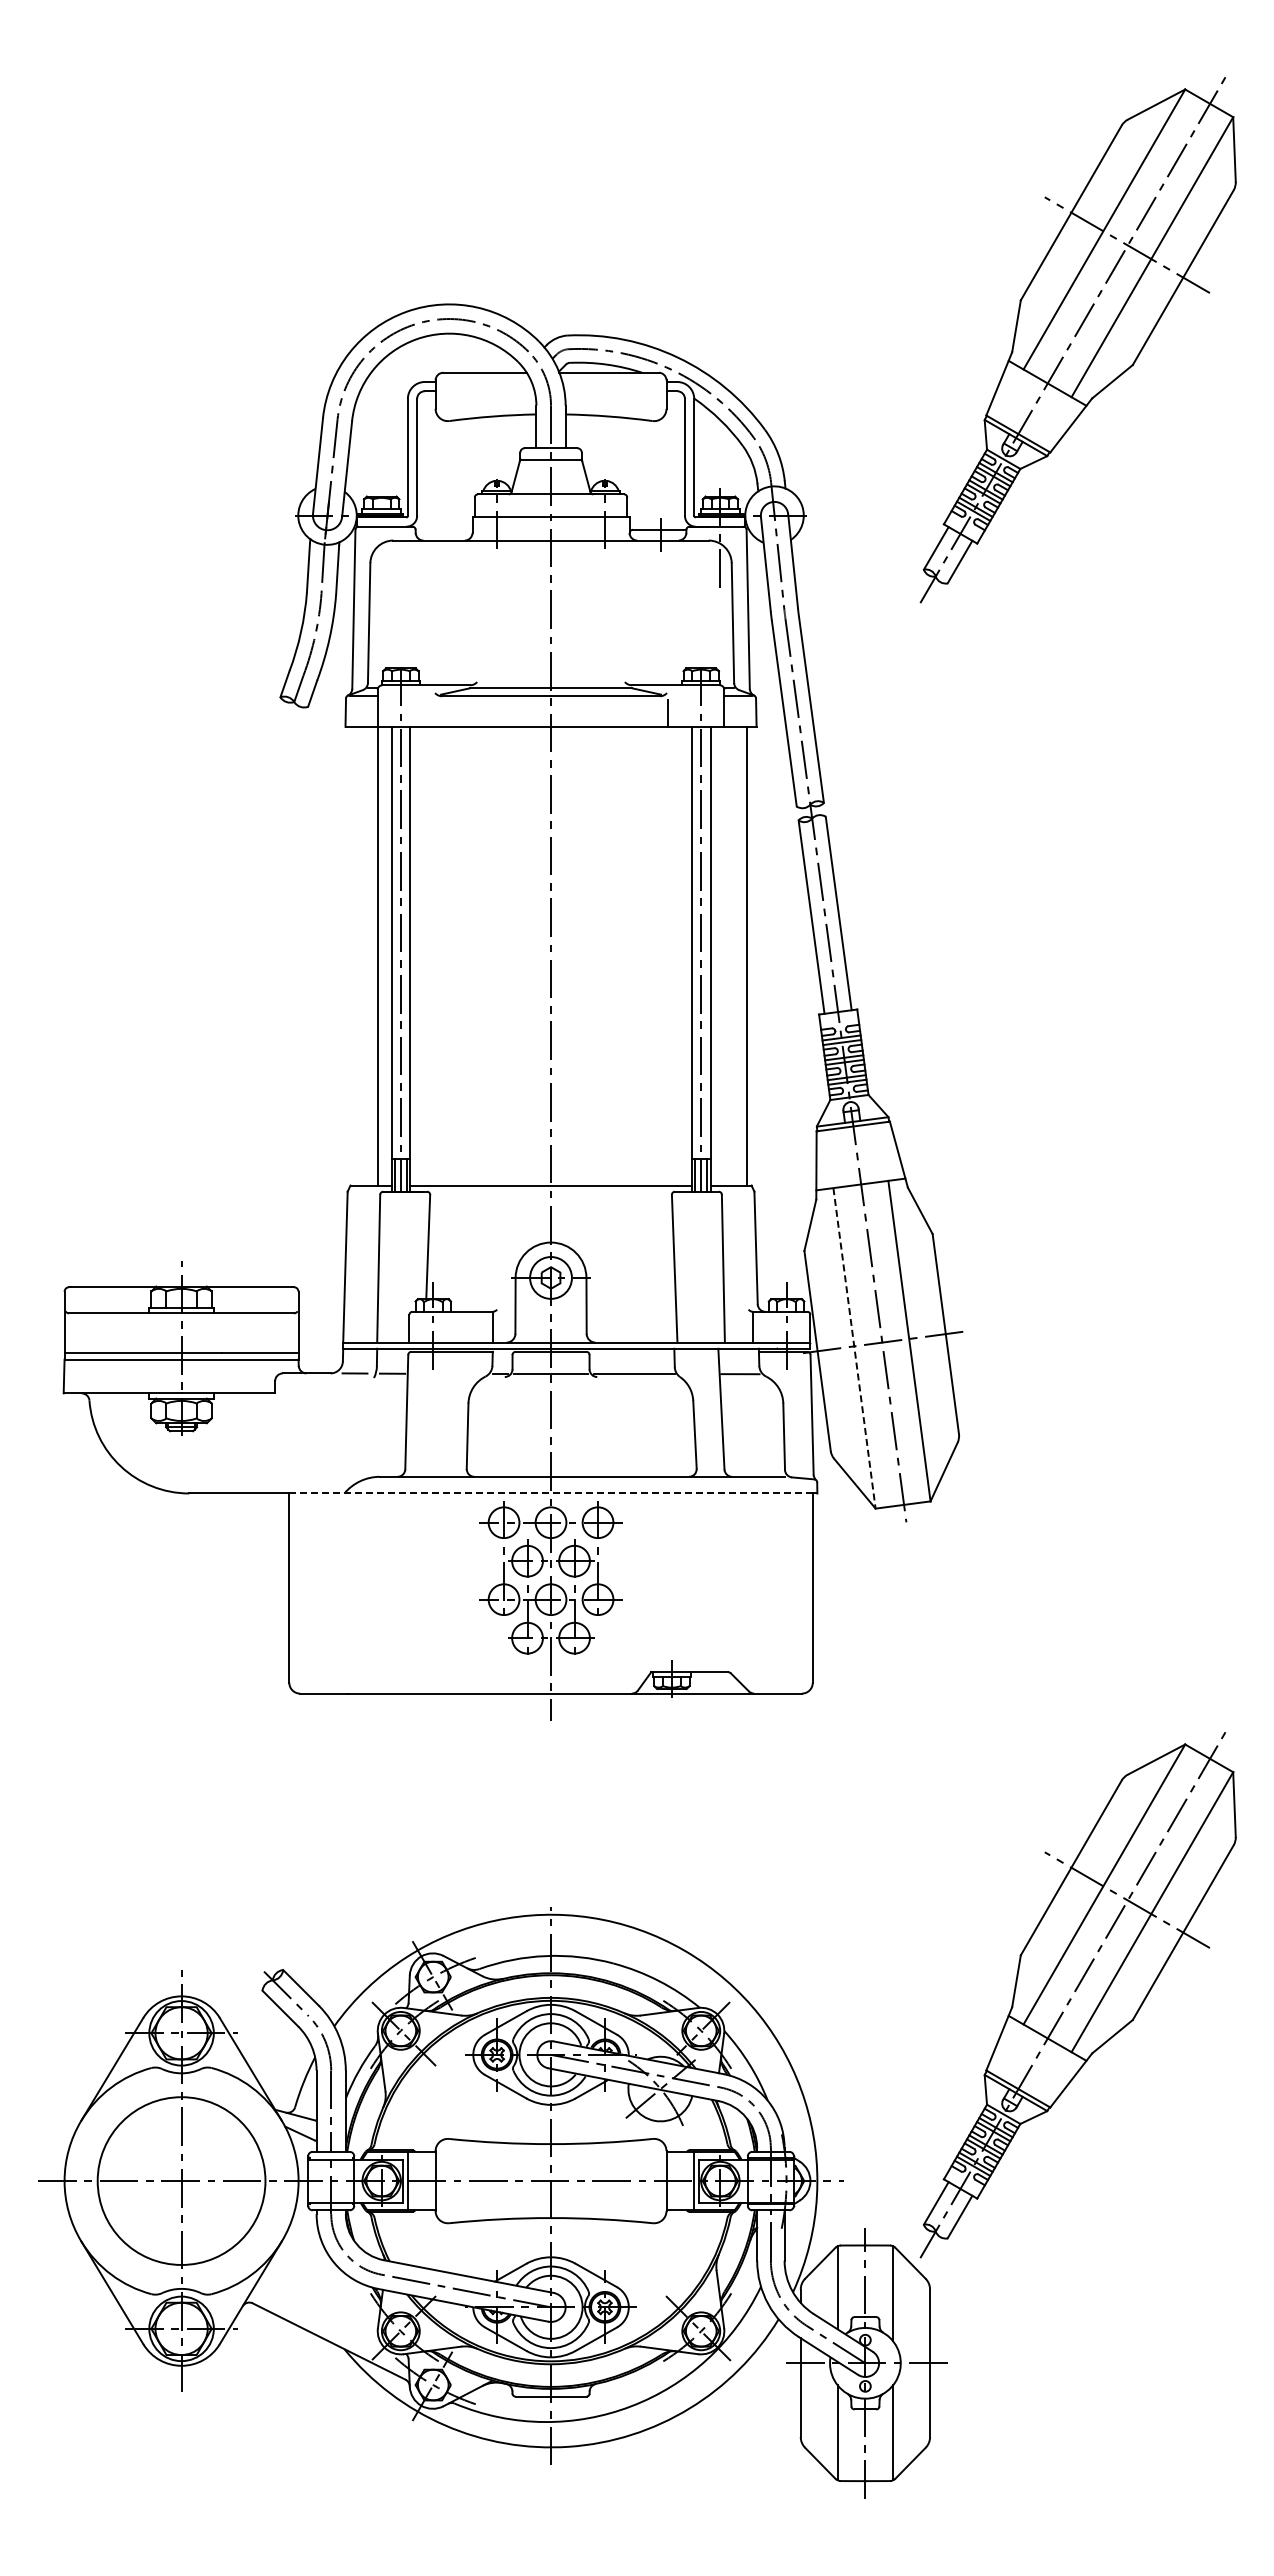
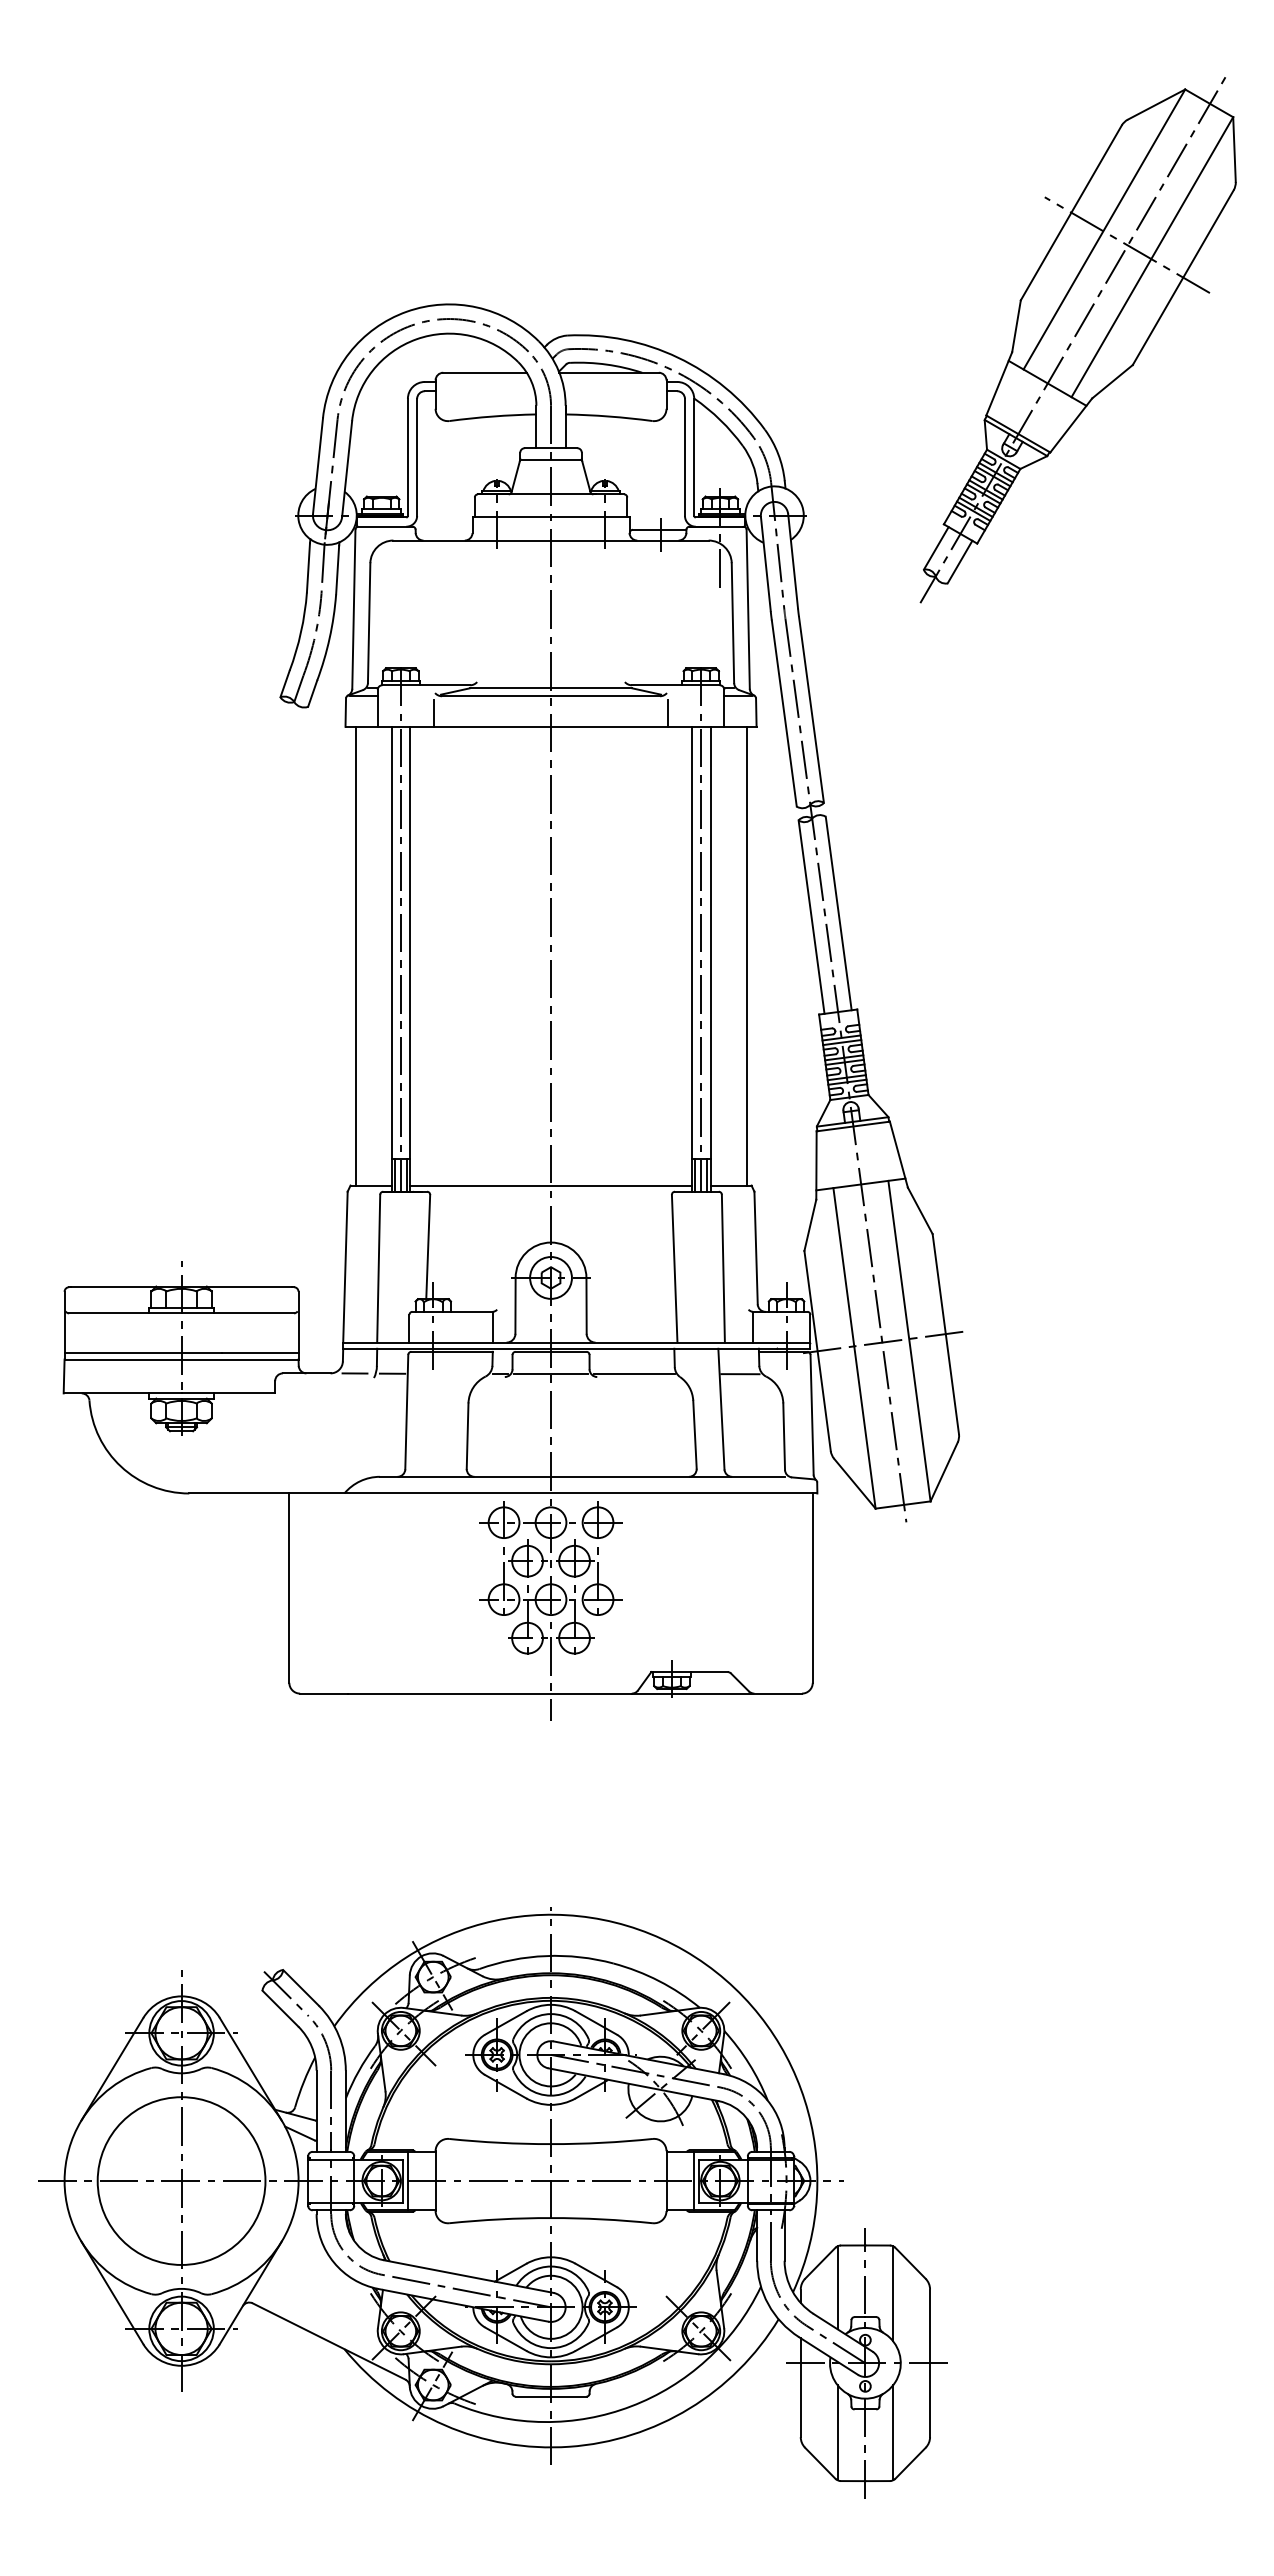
line at (433, 712): none -> present
line at (377, 955) position: (377, 955) -> (355, 955)
line at (854, 1348): dashed -> solid
line at (551, 1493): dashed -> solid
part at (1077, 1995): present -> none
